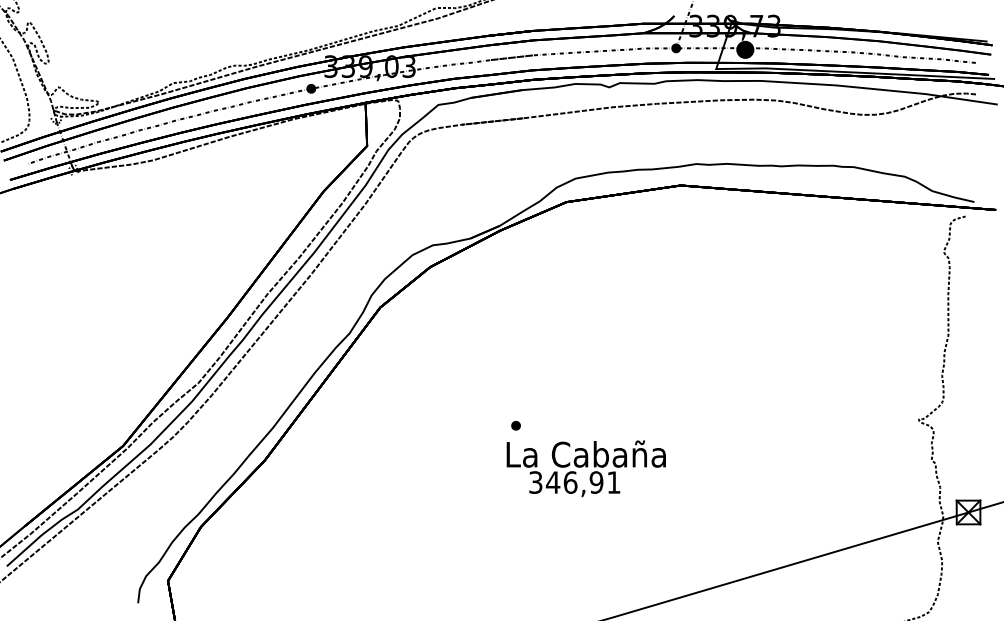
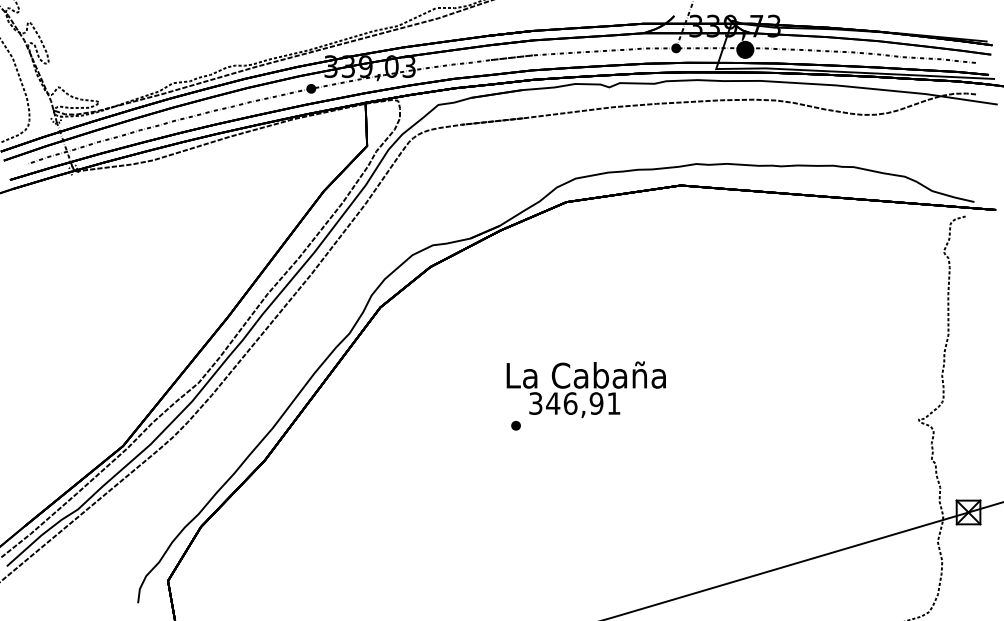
text at (585, 468) position: (585, 468) -> (585, 389)
